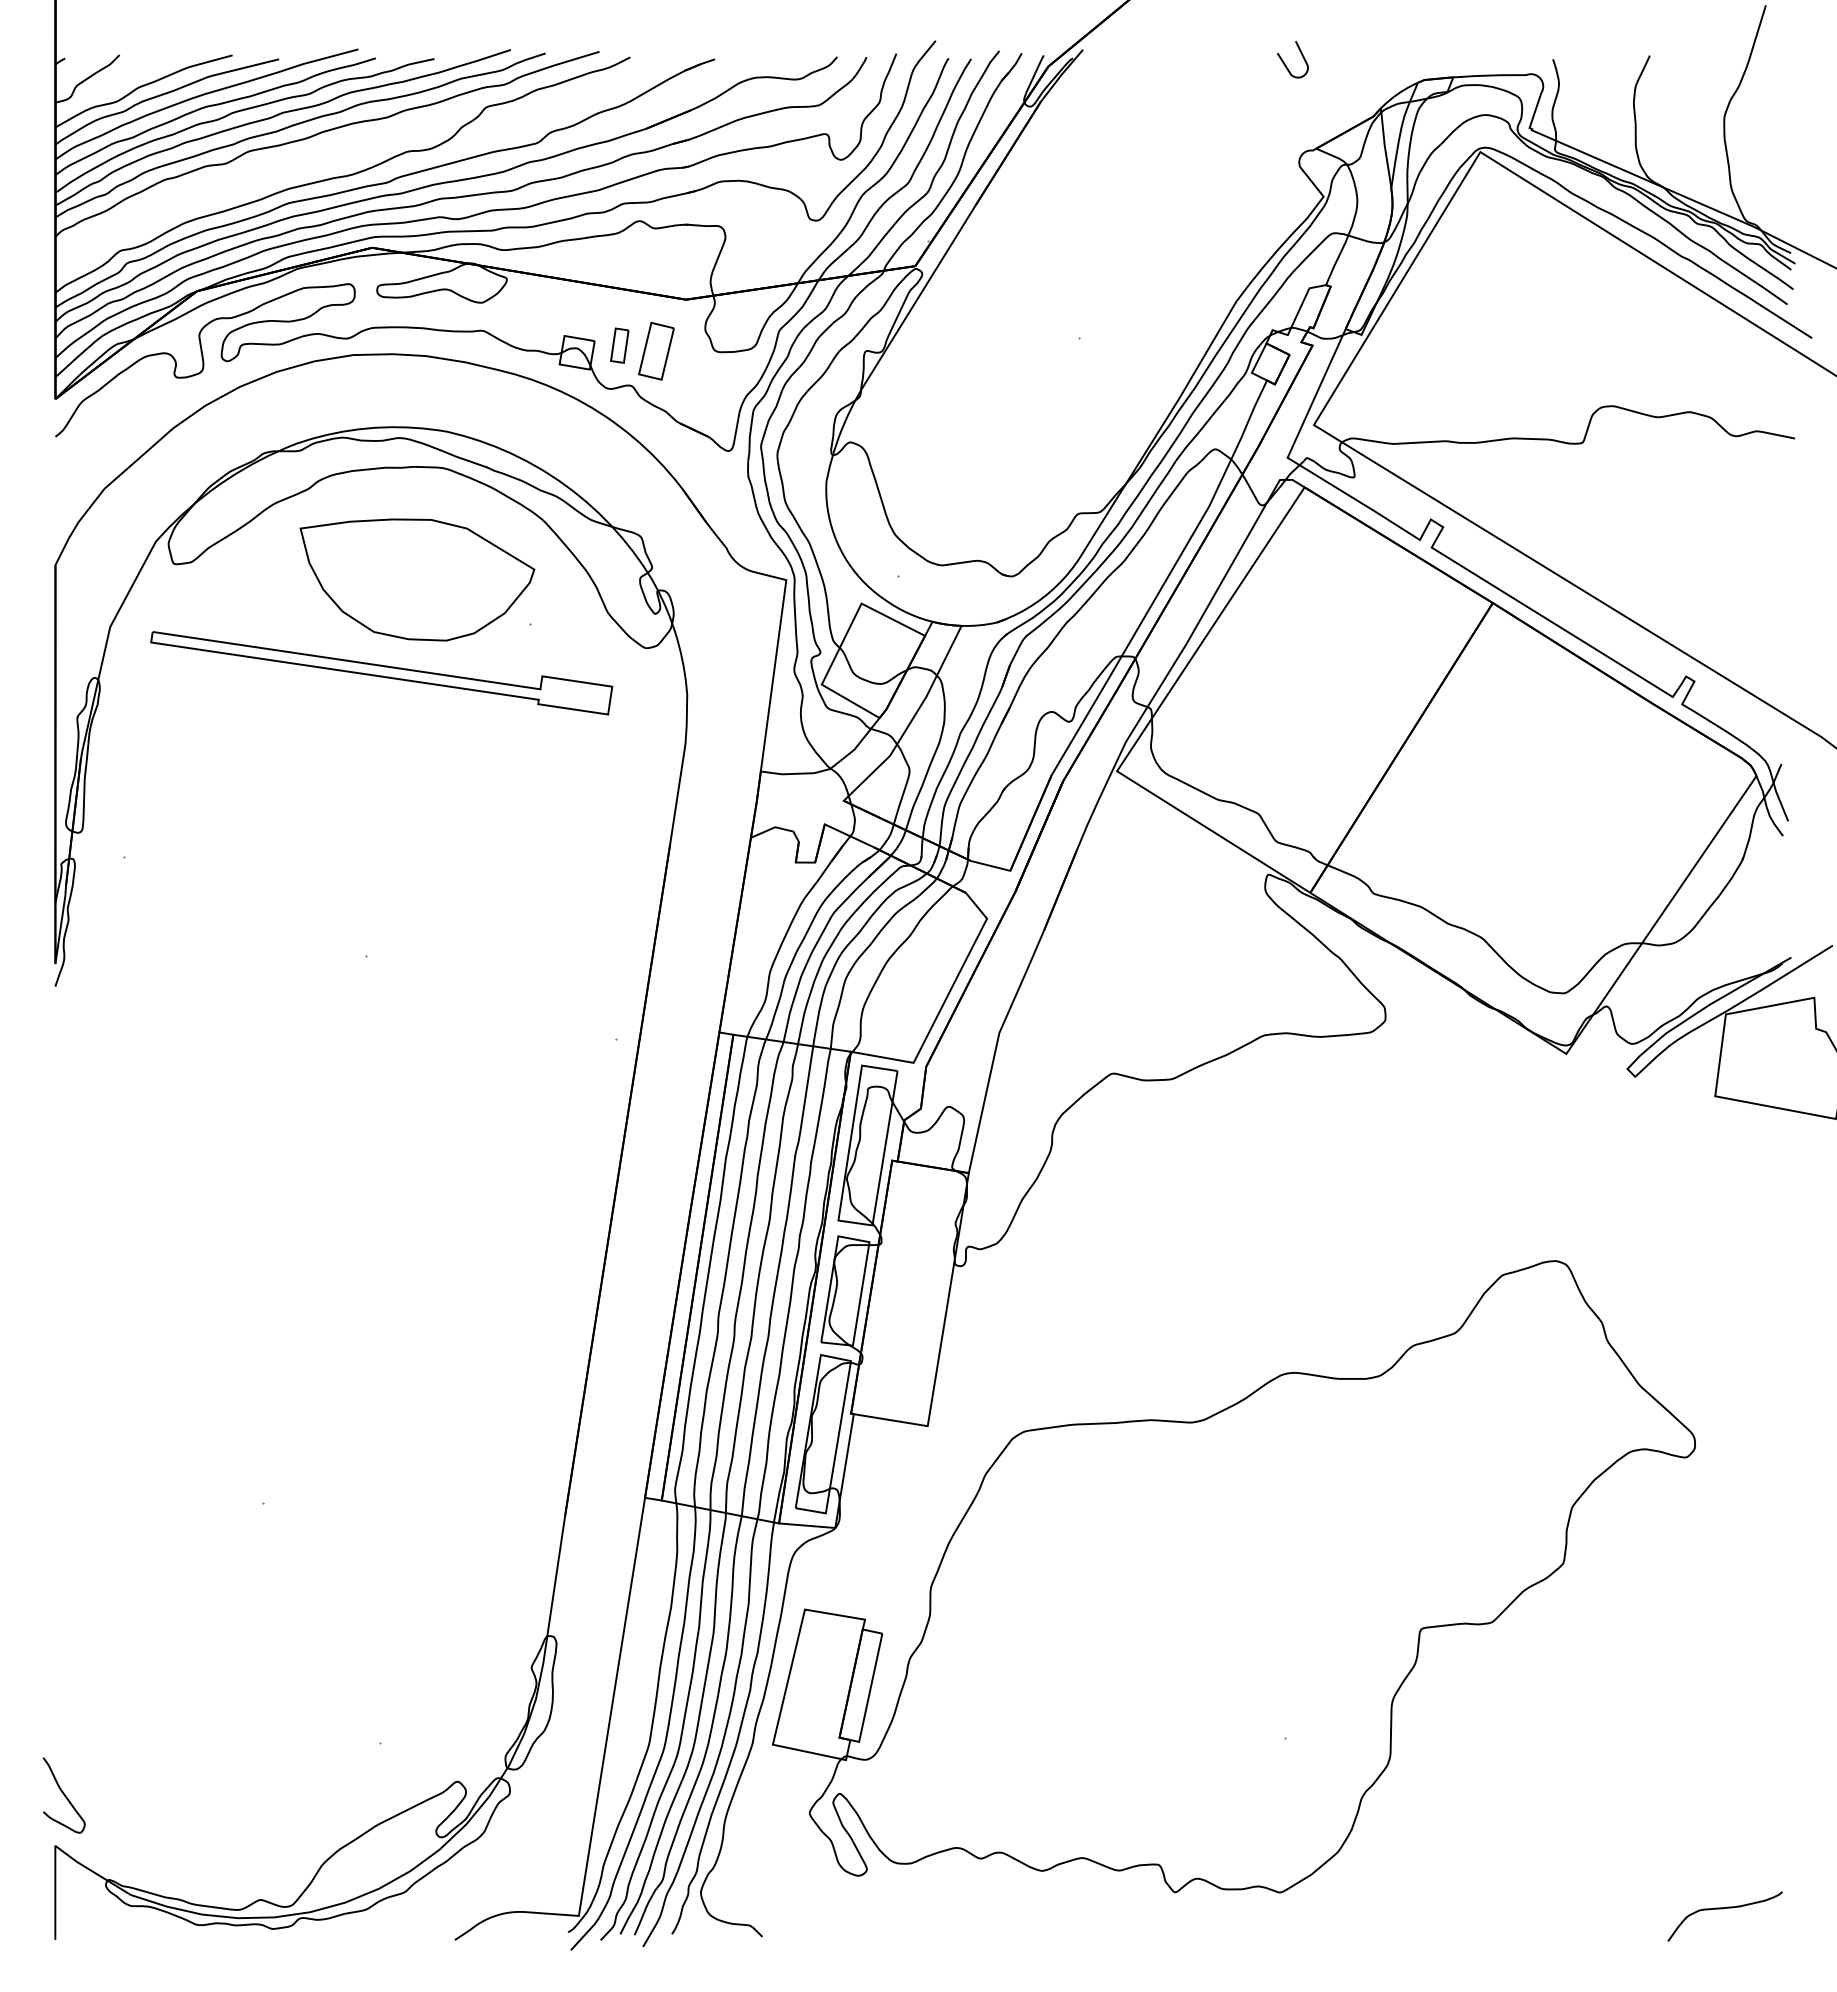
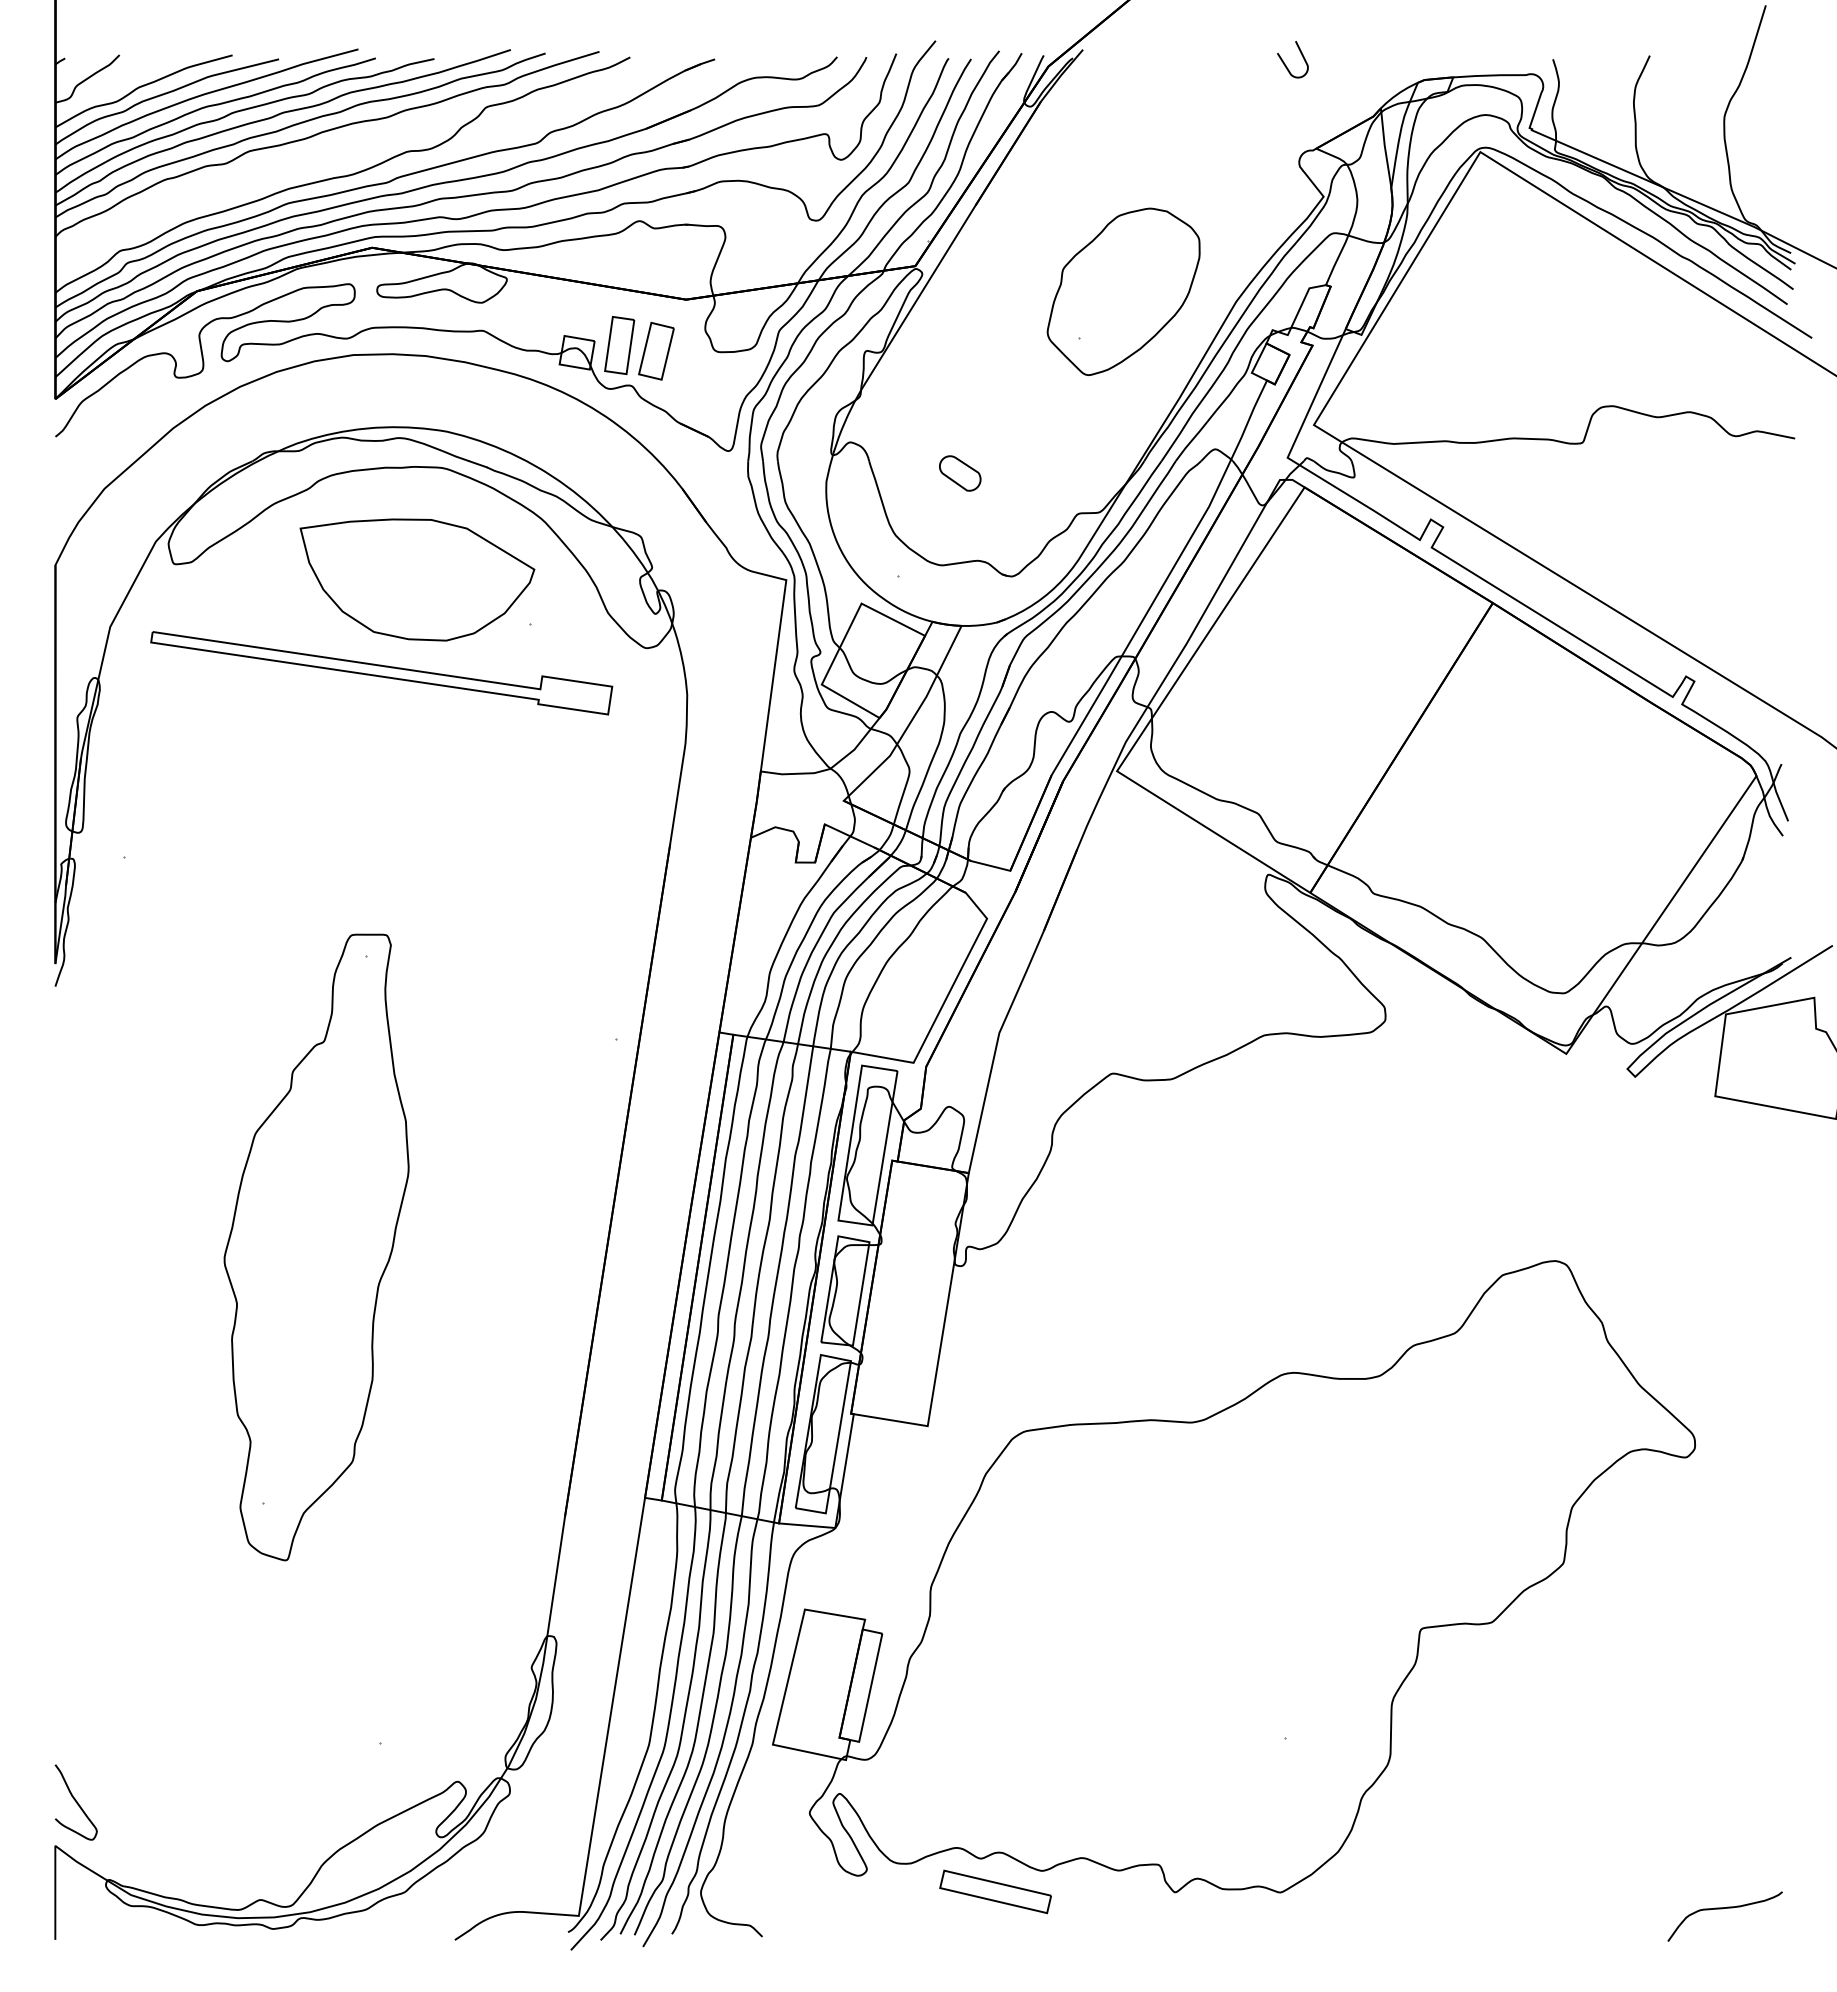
part at (1123, 291): none -> present
part at (619, 345) size: 20x37 px -> 32x60 px
part at (960, 473): none -> present
part at (316, 1247): none -> present
curve at (63, 1795) position: (63, 1795) -> (75, 1802)
part at (995, 1891): none -> present
